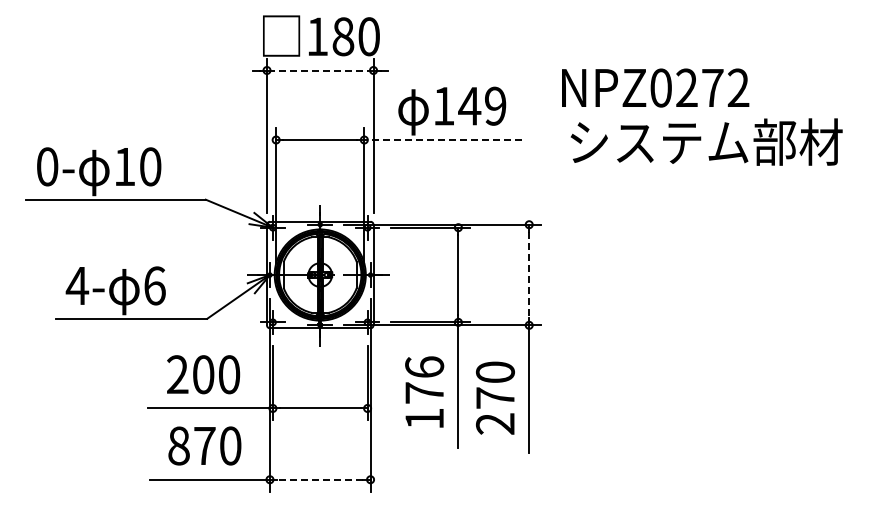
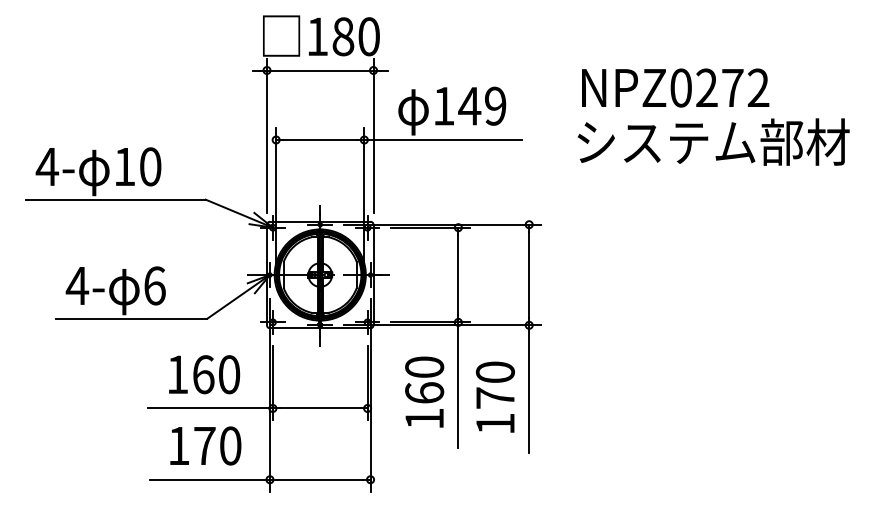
line at (319, 70): dashed -> solid
text at (655, 87) position: (655, 87) -> (675, 87)
line at (443, 140): dashed -> solid
text at (706, 141) position: (706, 141) -> (713, 141)
text at (47, 166): 0- -> 4-
line at (529, 275): dashed -> solid
text at (190, 374): 200 -> 160
text at (424, 379): 176 -> 160
text at (494, 423): 270 -> 170
text at (178, 445): 870 -> 170
line at (319, 479): dashed -> solid
